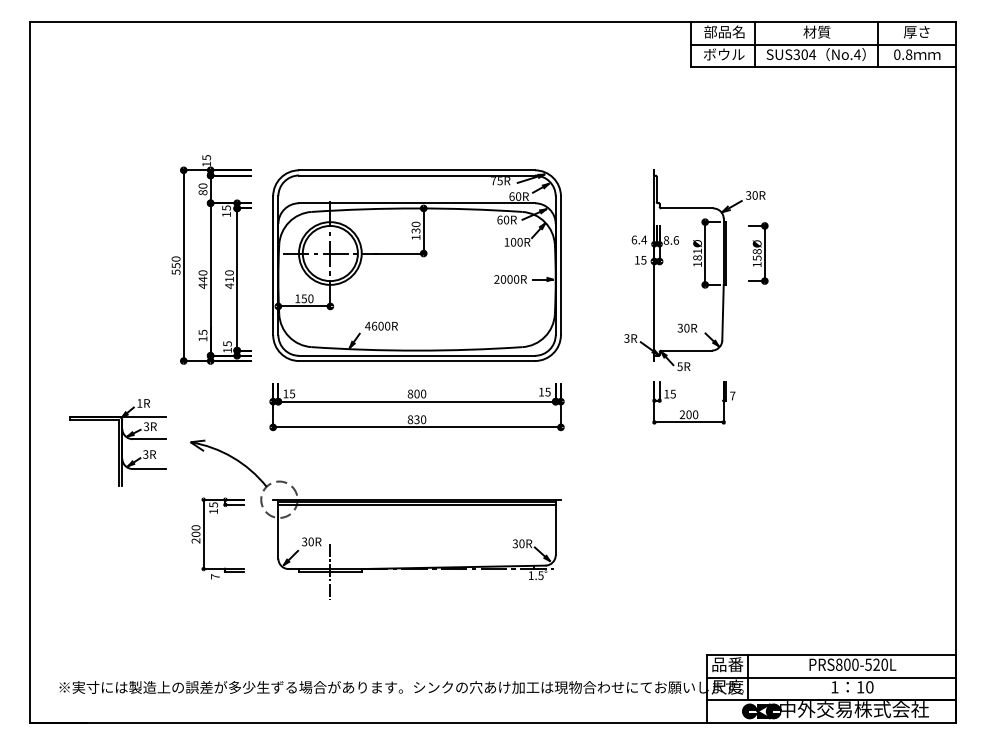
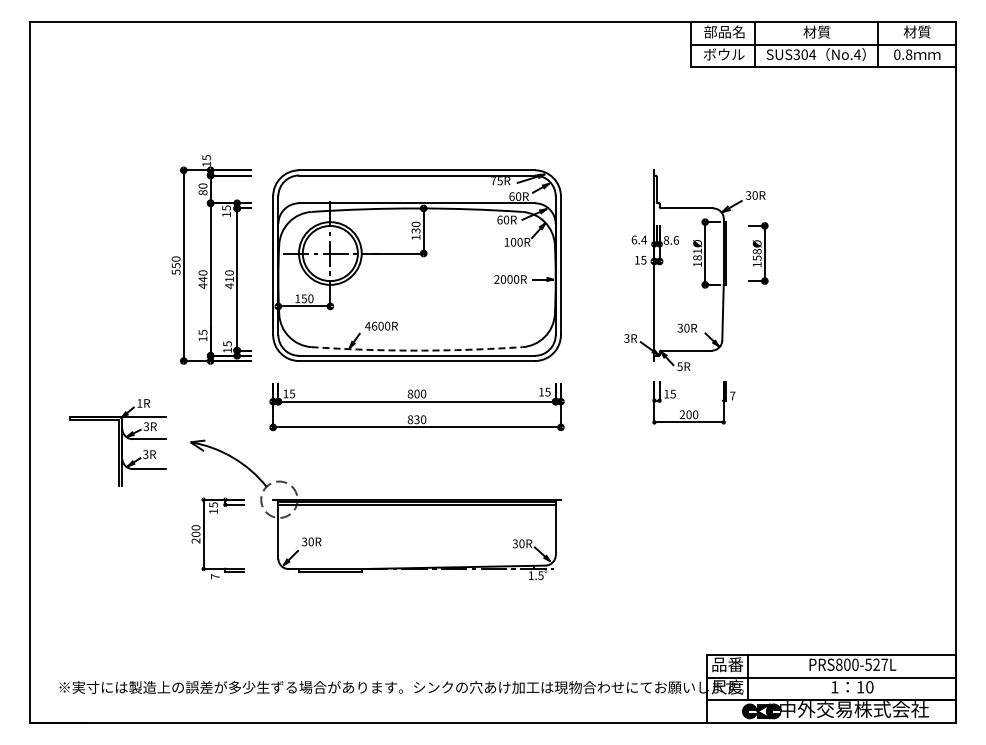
text at (916, 31): 厚さ -> 材質
arc at (417, 350): solid -> dashed
line at (330, 572): present -> none
text at (884, 664): PRS800-520L -> PRS800-527L
